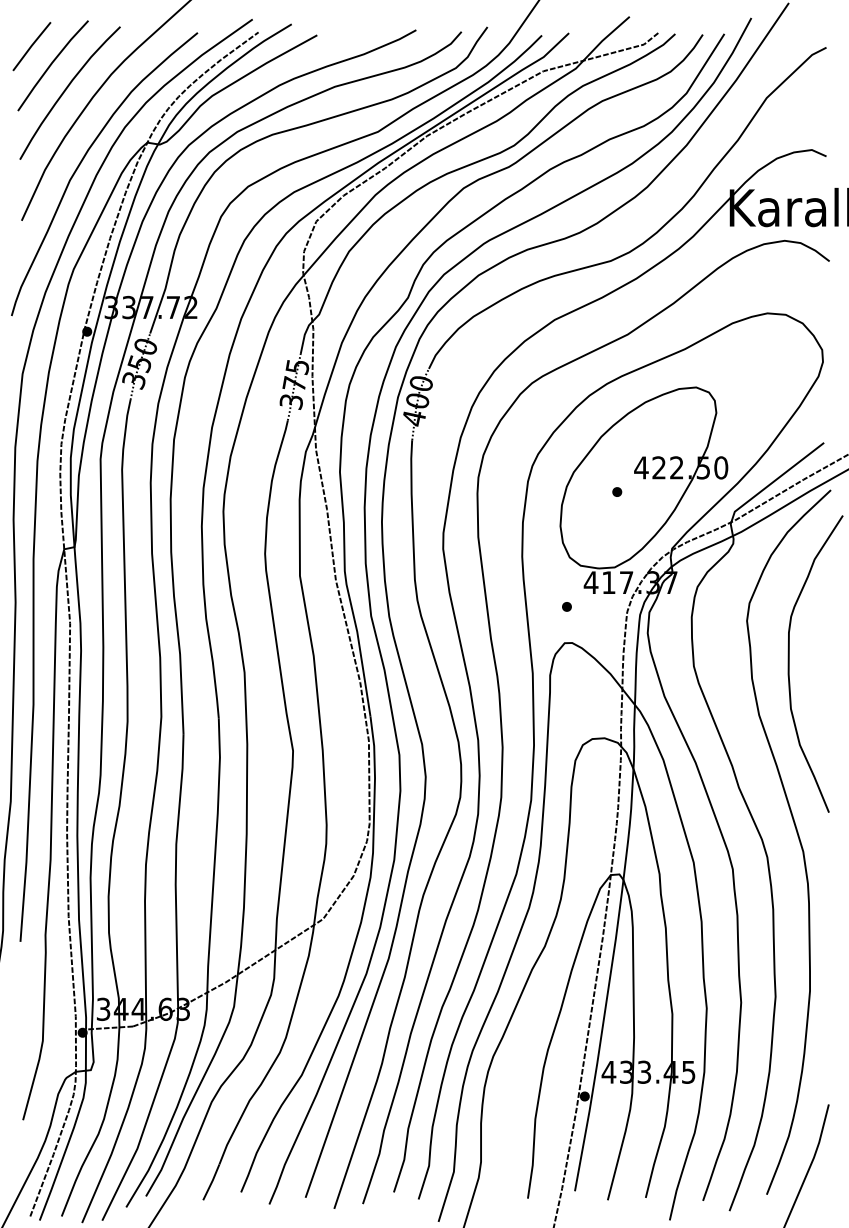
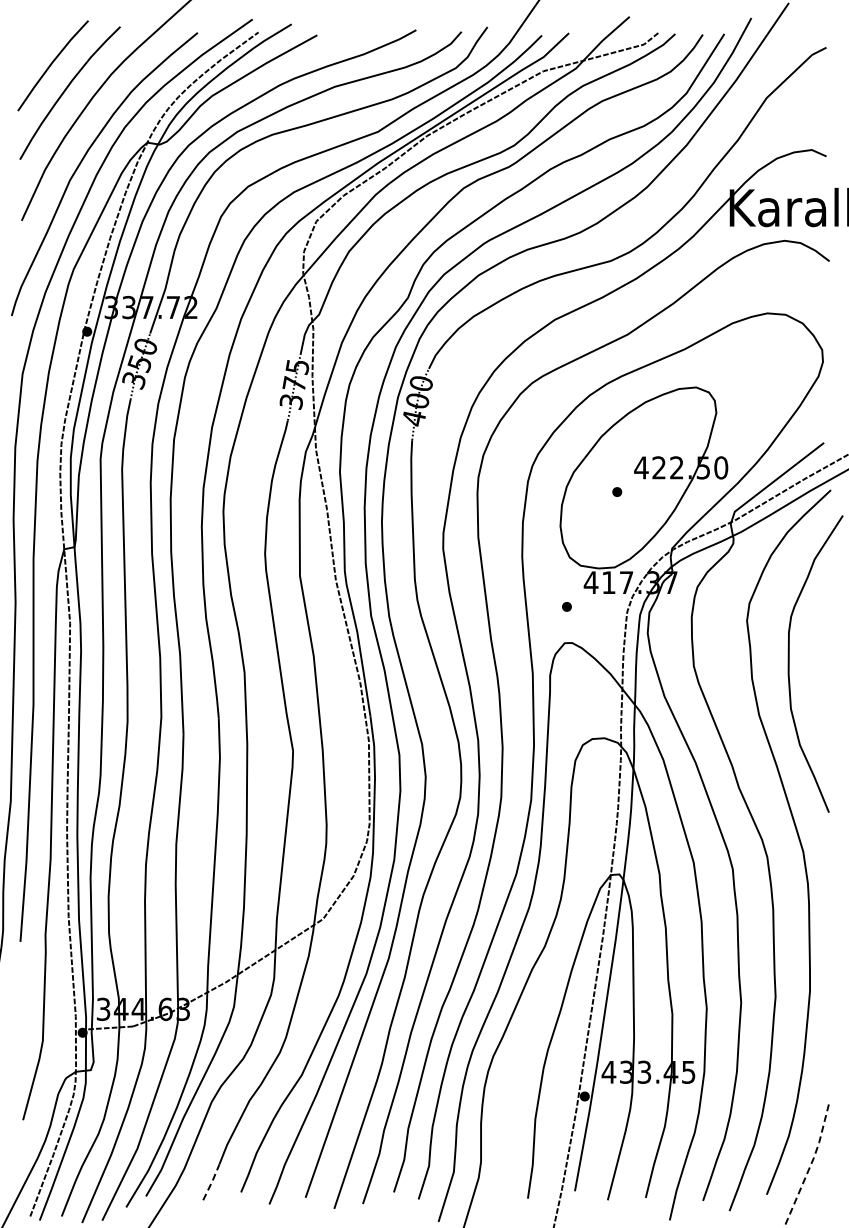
line at (31, 46): present -> none
line at (810, 1165): solid -> dashed
line at (212, 1182): solid -> dashed
